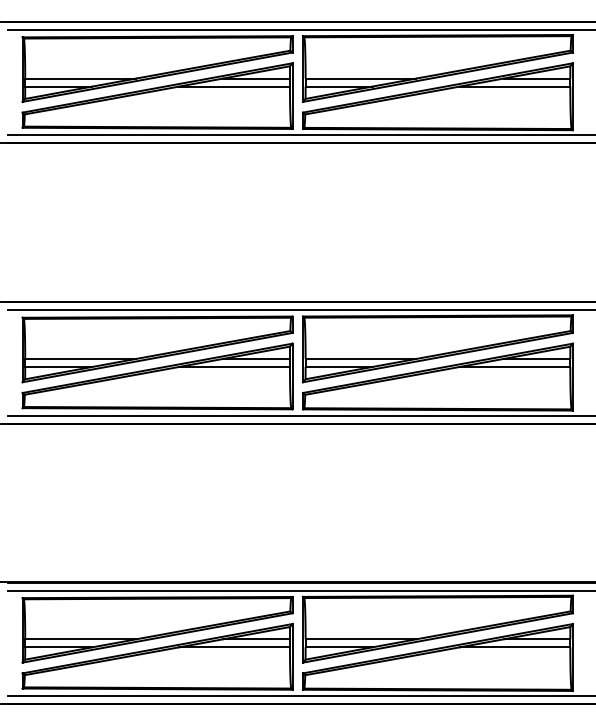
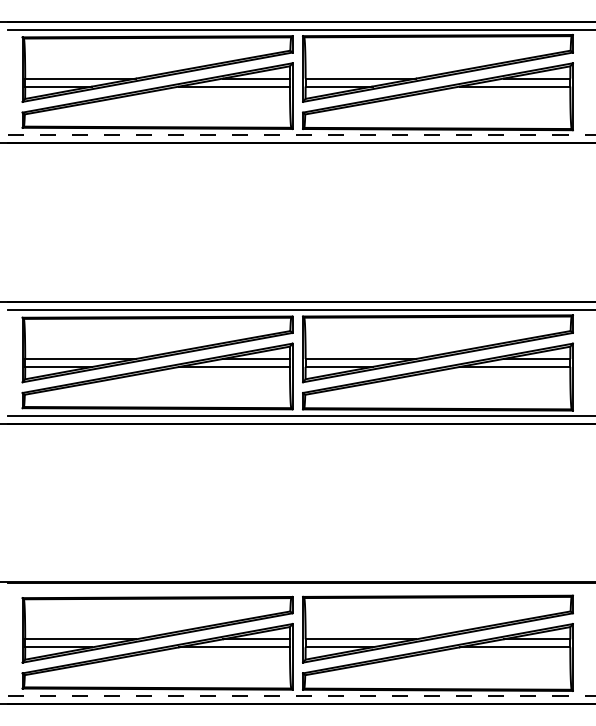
line at (301, 135): solid -> dashed
line at (299, 590): present -> none
line at (301, 696): solid -> dashed
